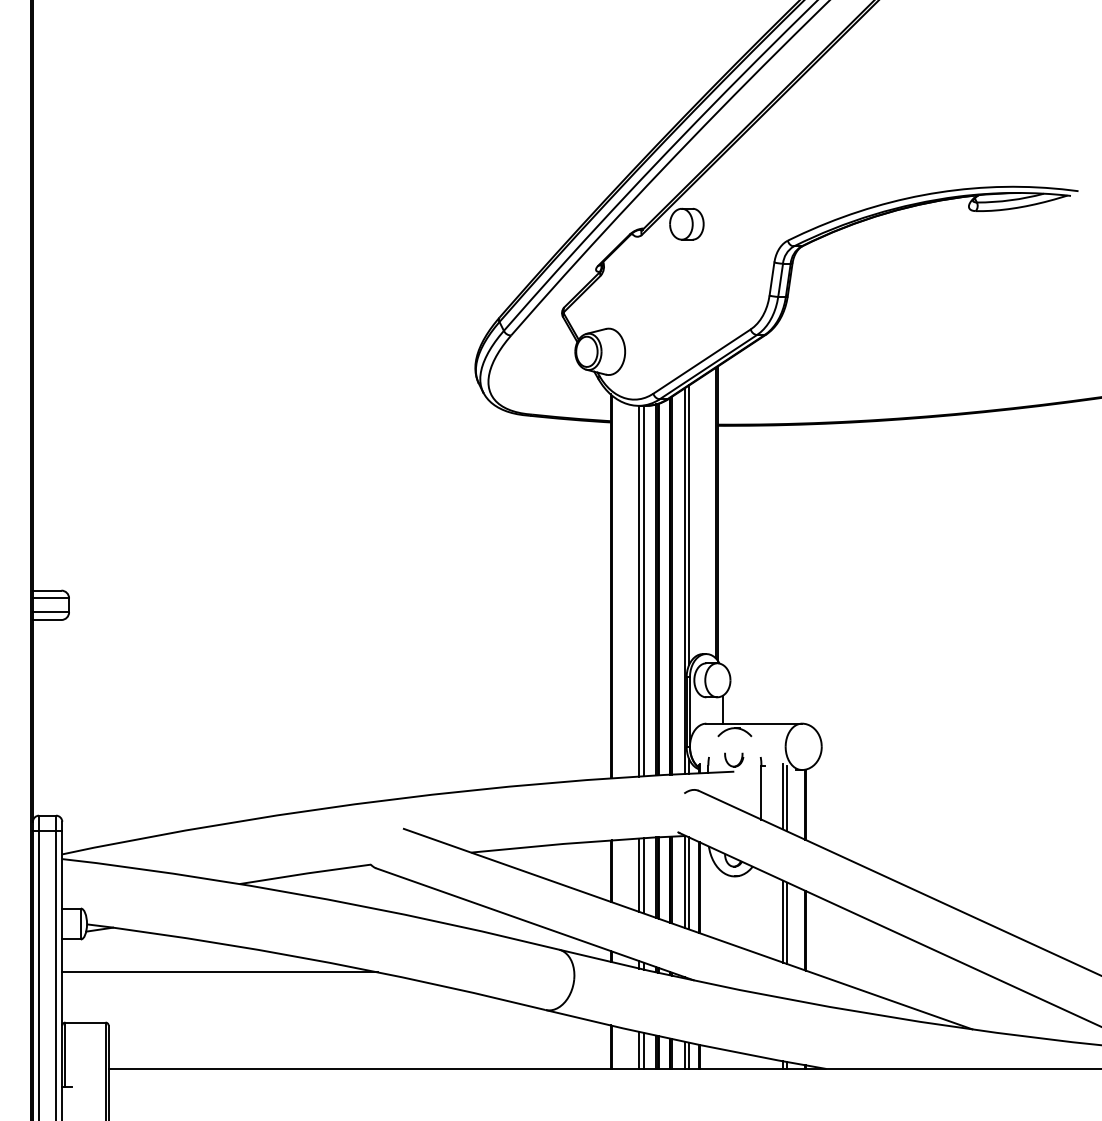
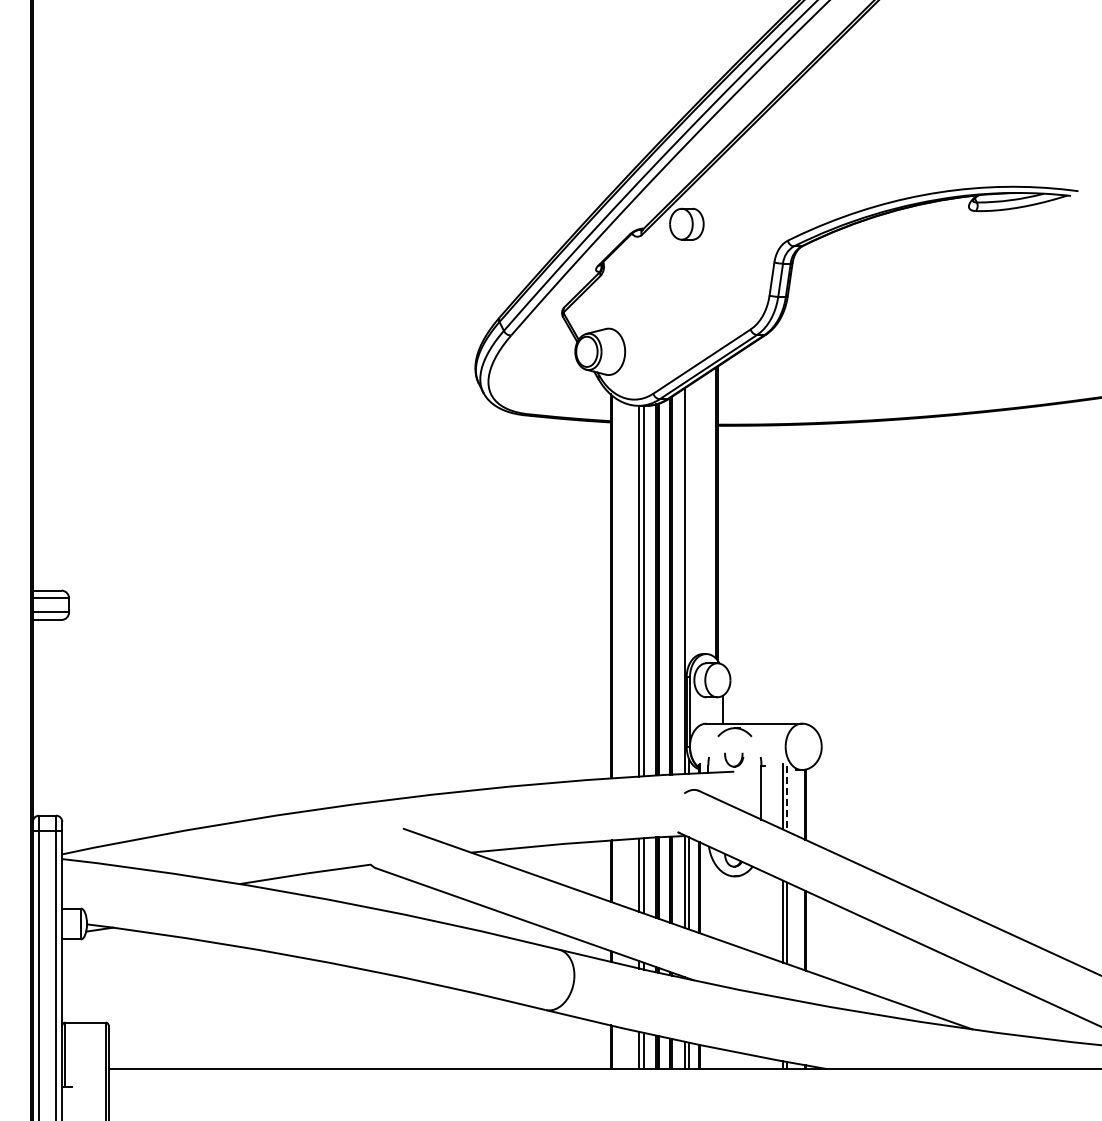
line at (689, 524): present -> none
line at (787, 798): solid -> dashed
line at (219, 972): present -> none
